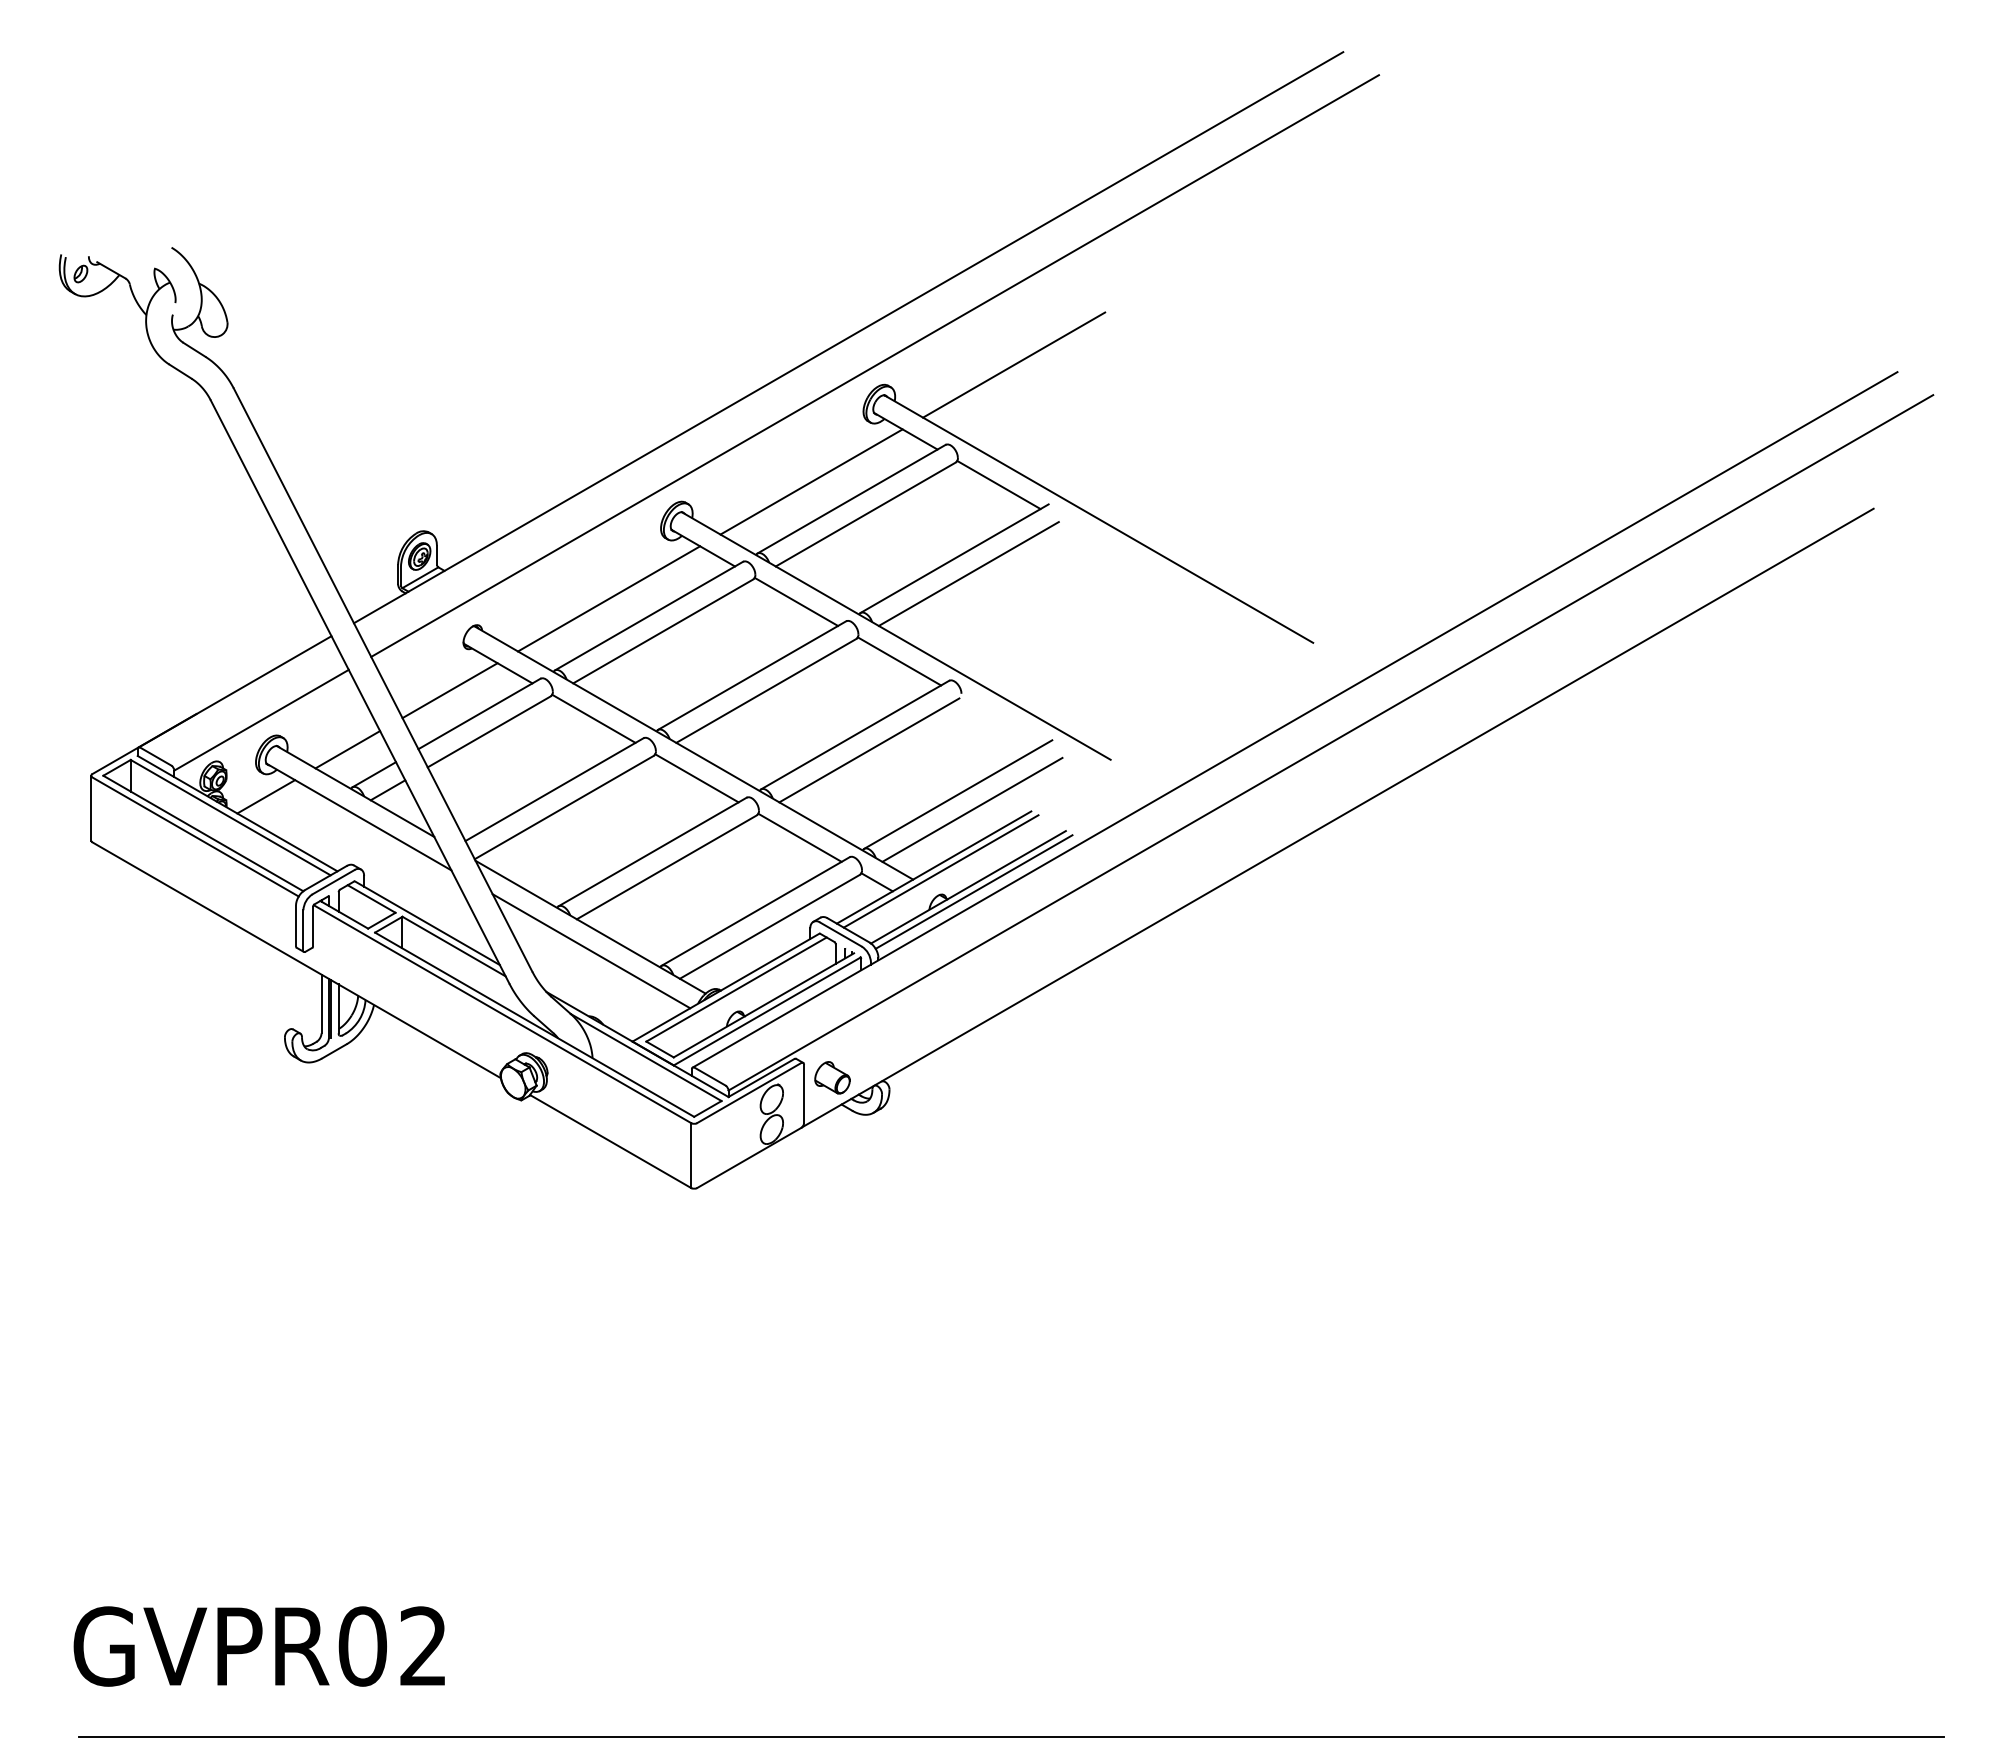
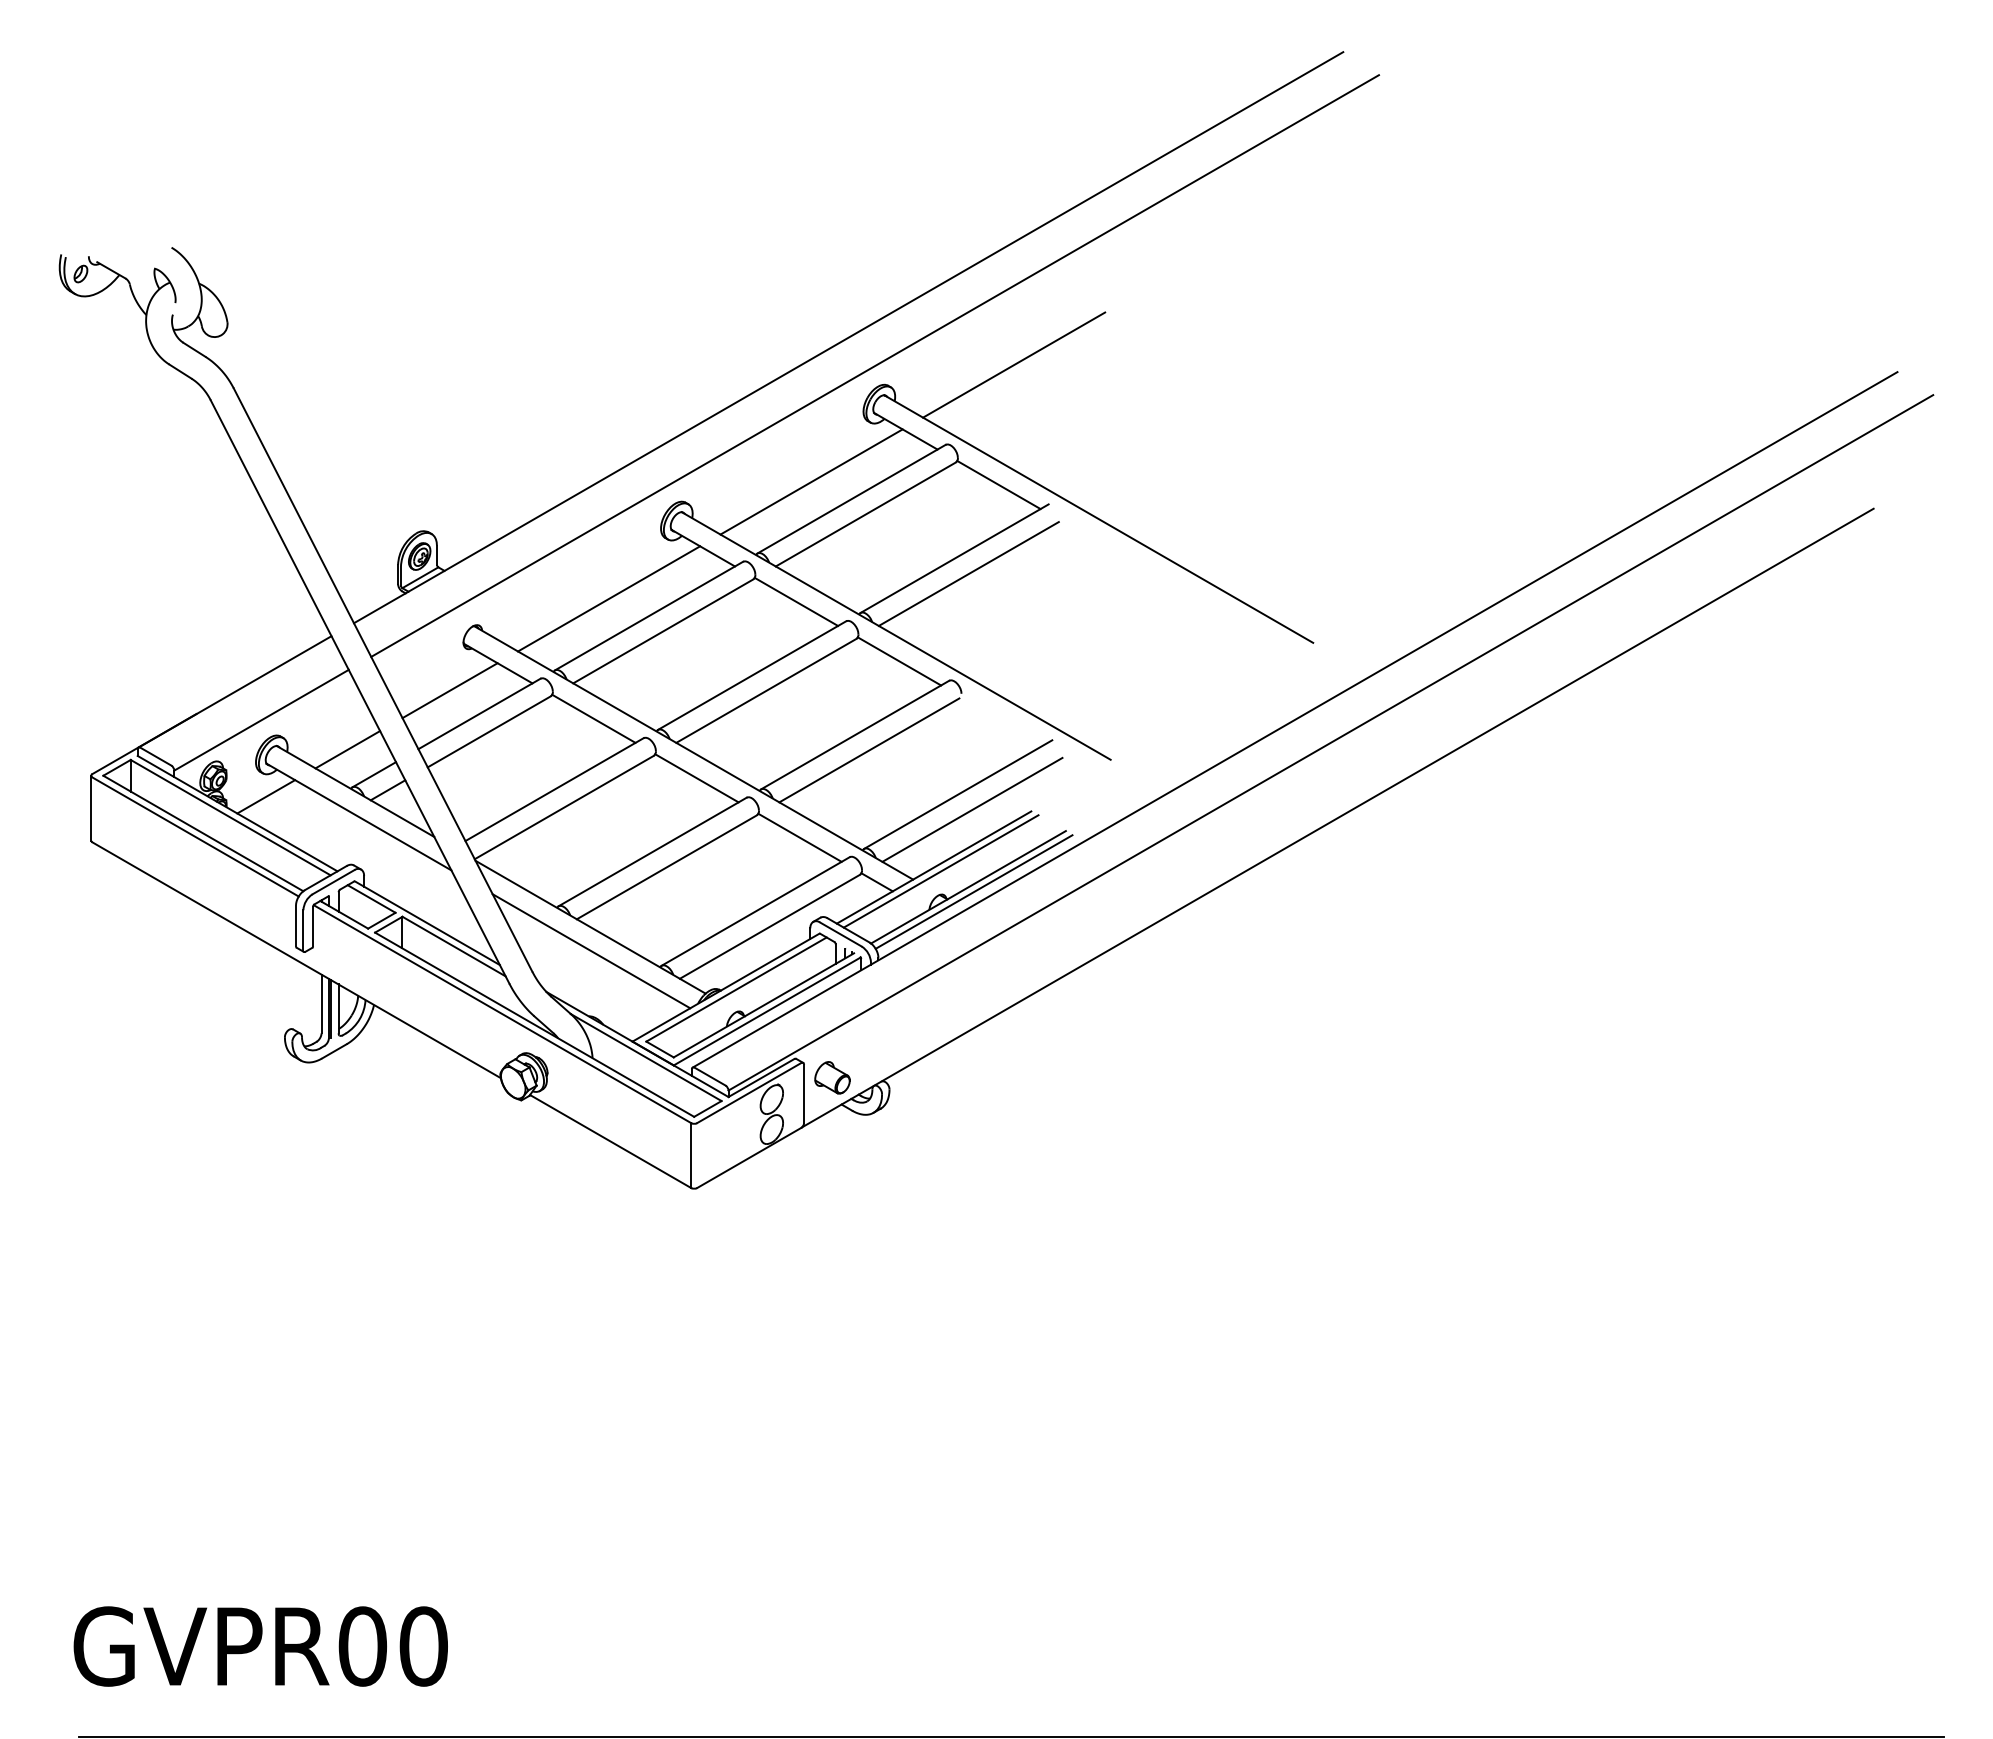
text at (423, 1646): GVPR02 -> GVPR00
